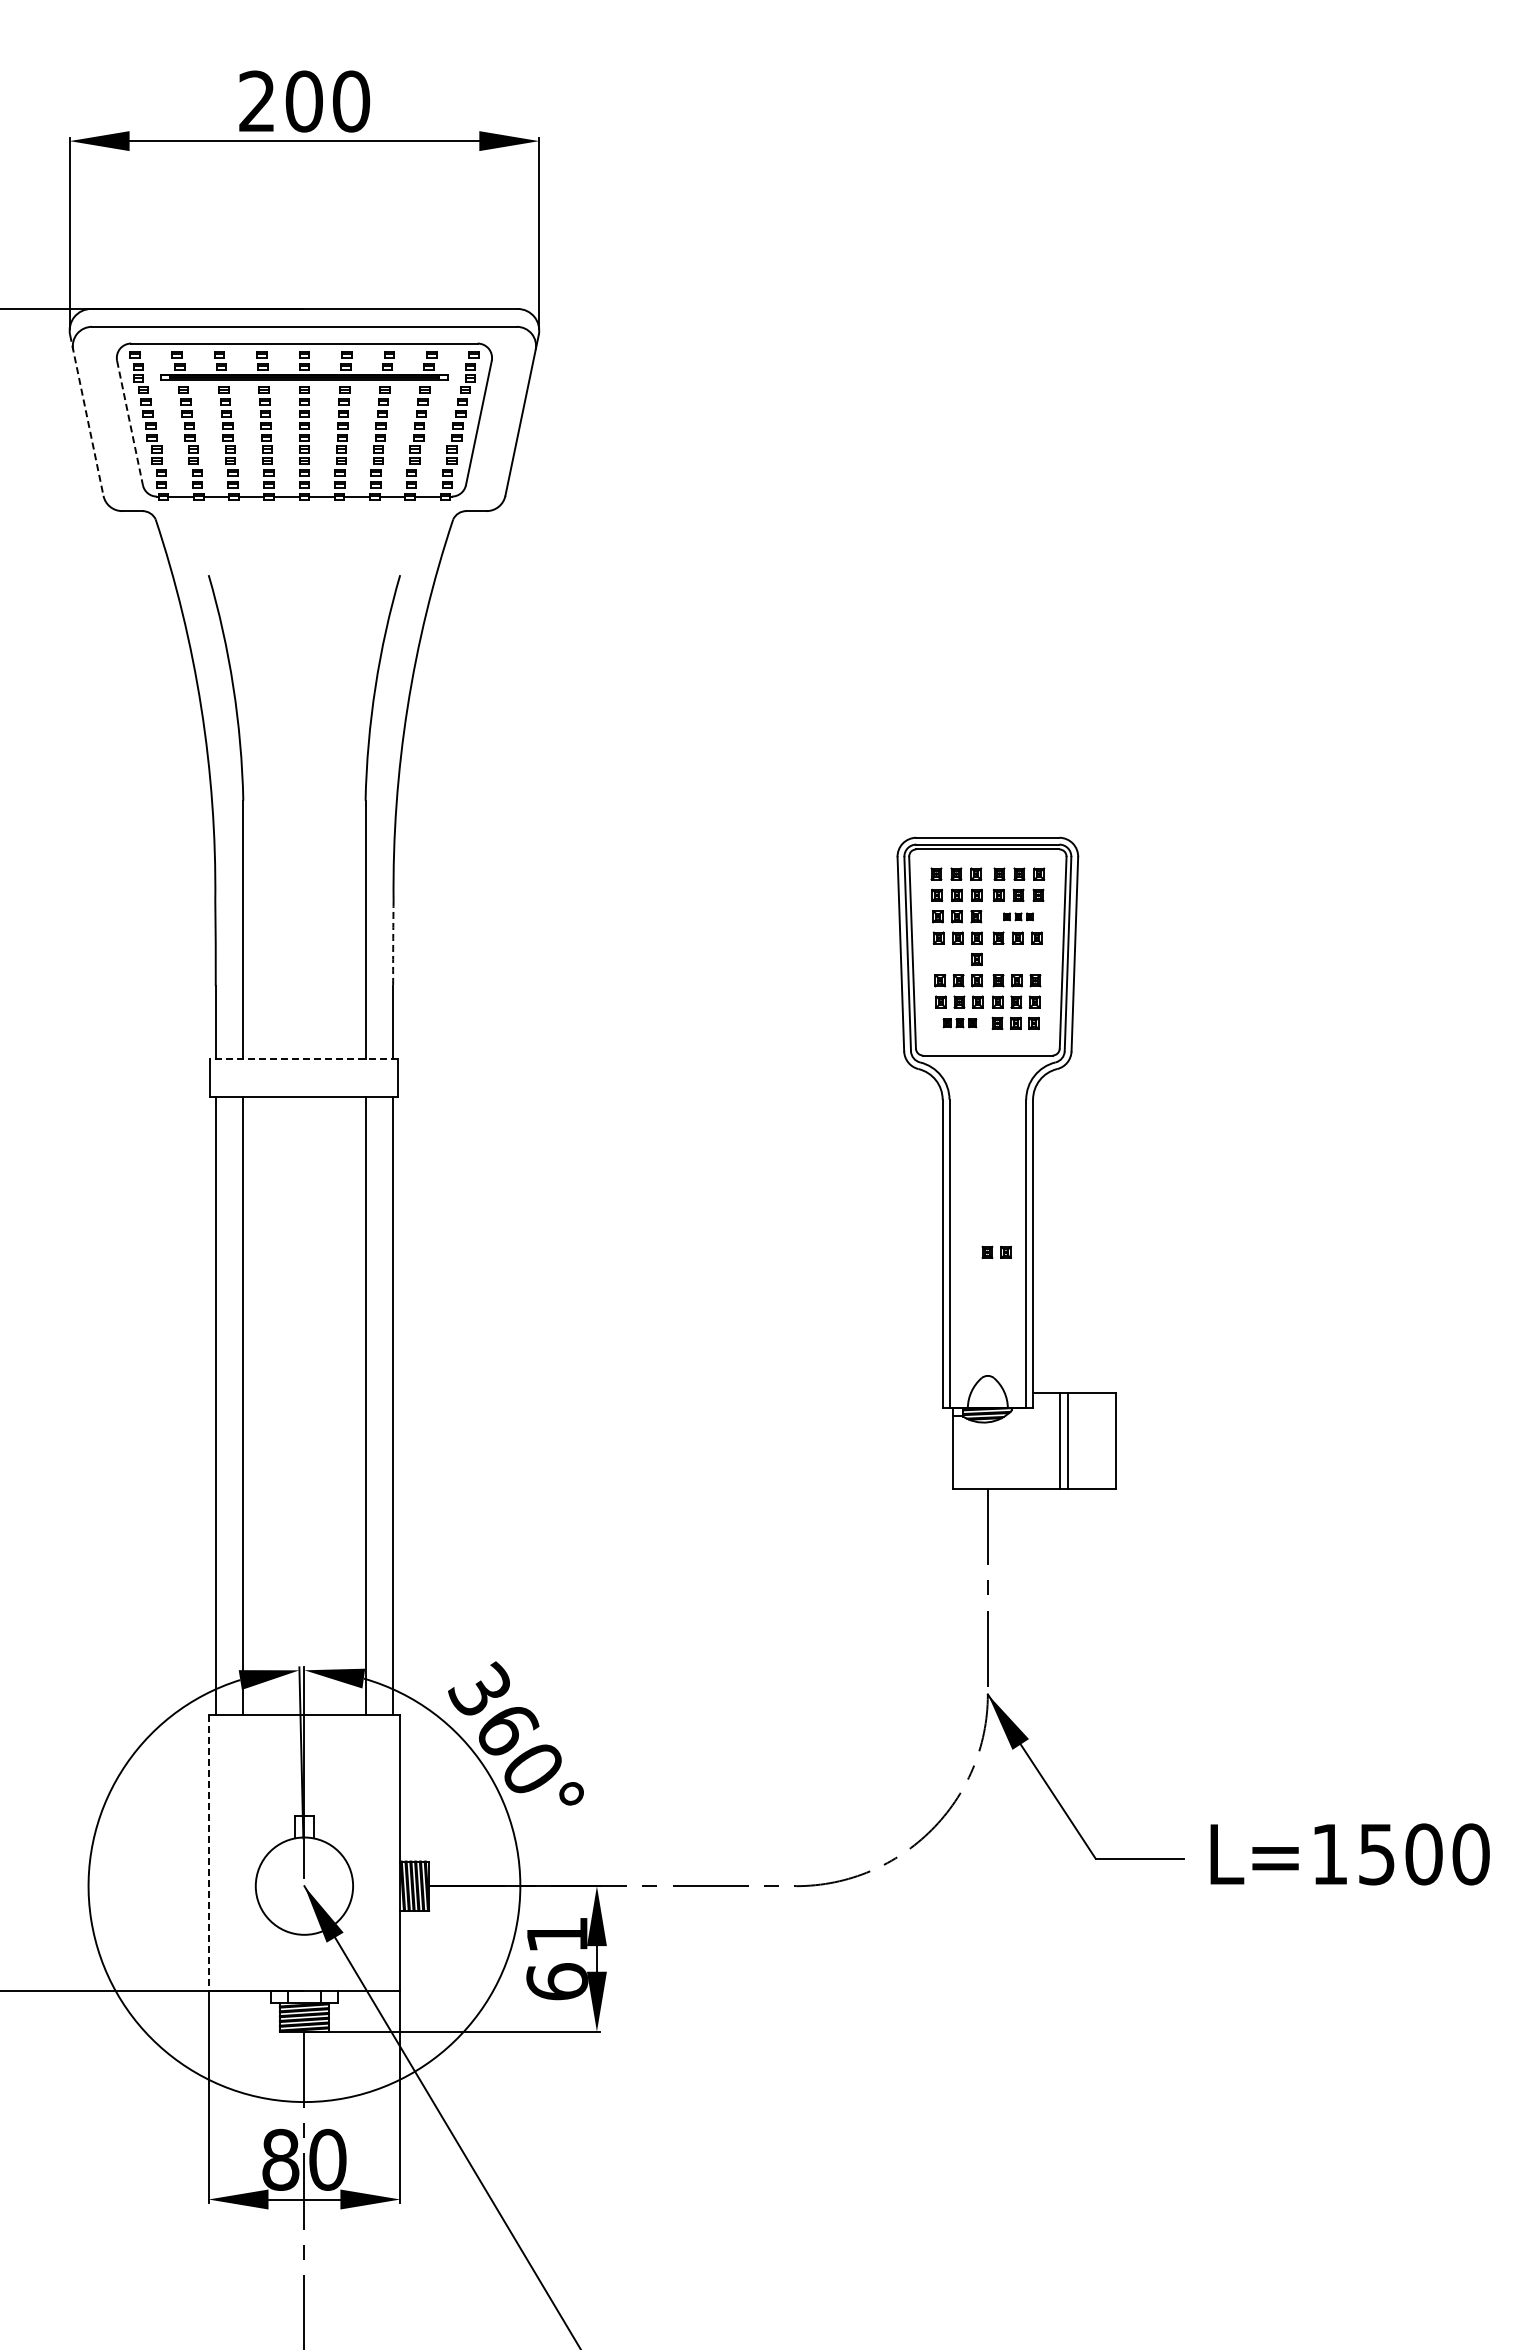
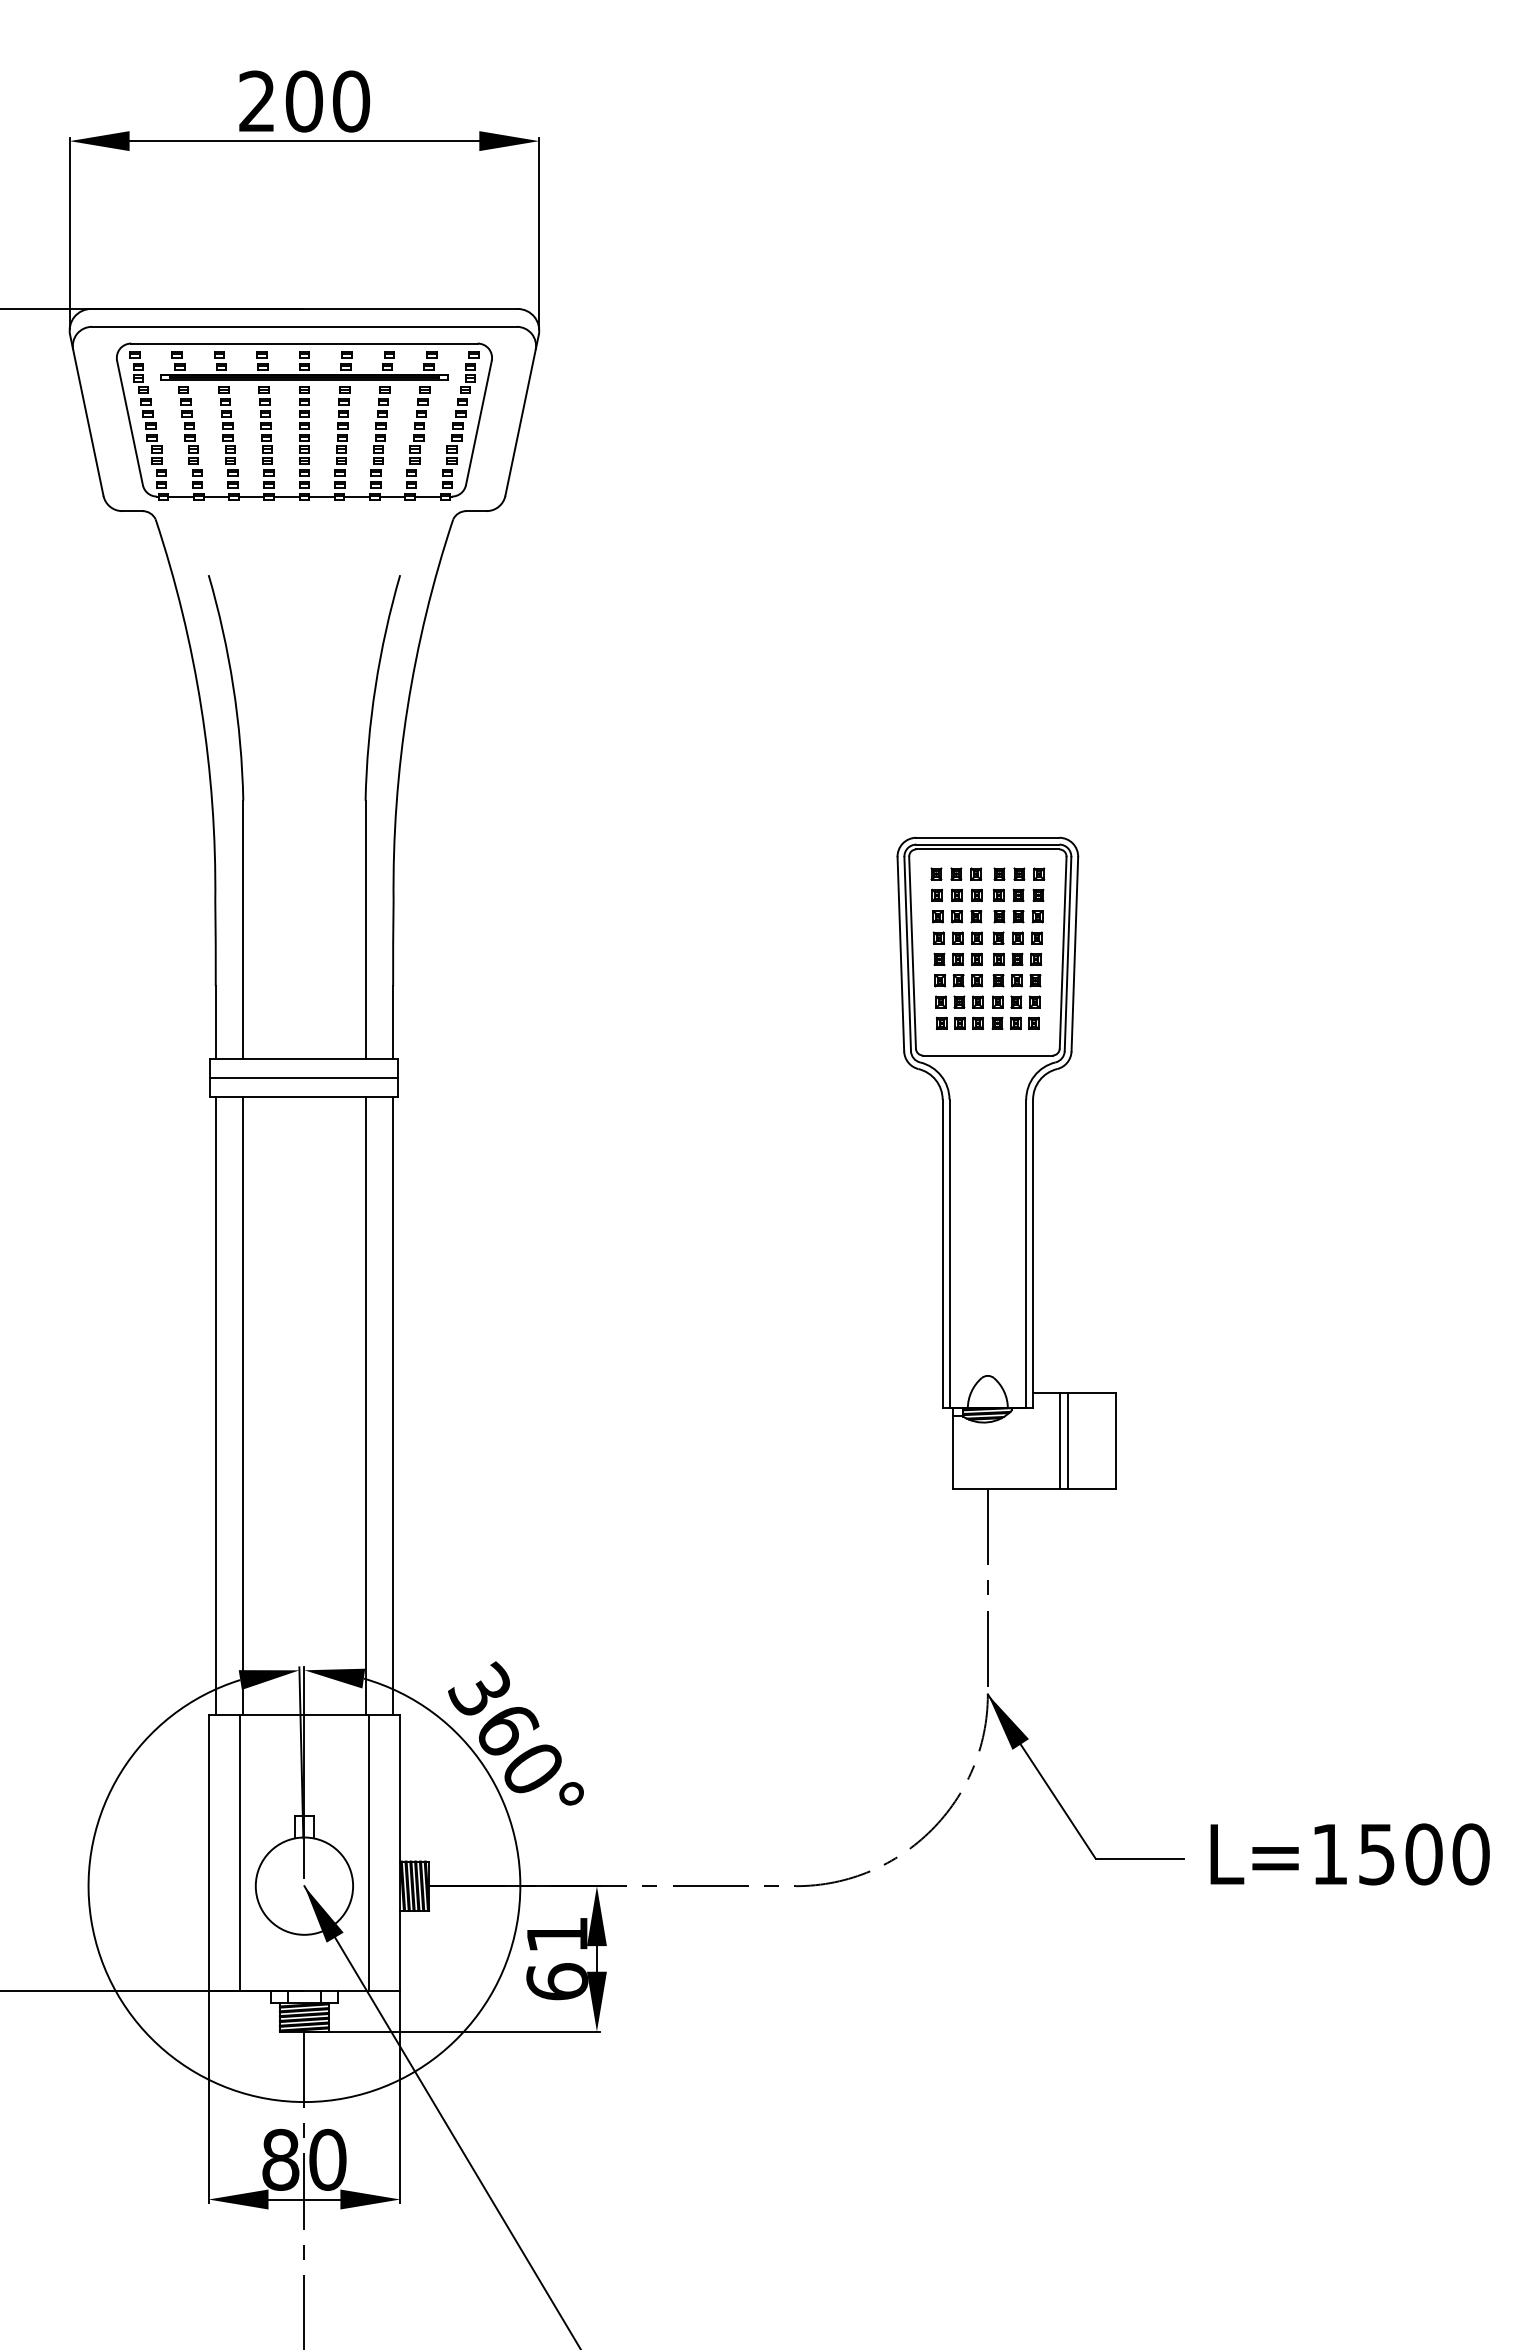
line at (86, 415): dashed -> solid
line at (130, 423): dashed -> solid
part at (1018, 916) size: 31x10 px -> 51x14 px
arc at (393, 943): dashed -> solid
part at (1017, 958): none -> present
part at (959, 1023) size: 36x11 px -> 48x14 px
line at (304, 1058): dashed -> solid
line at (304, 1078): none -> present
part at (996, 1251) position: (996, 1251) -> (948, 958)
line at (239, 1852): none -> present
line at (369, 1852): none -> present
line at (208, 1853): dashed -> solid
